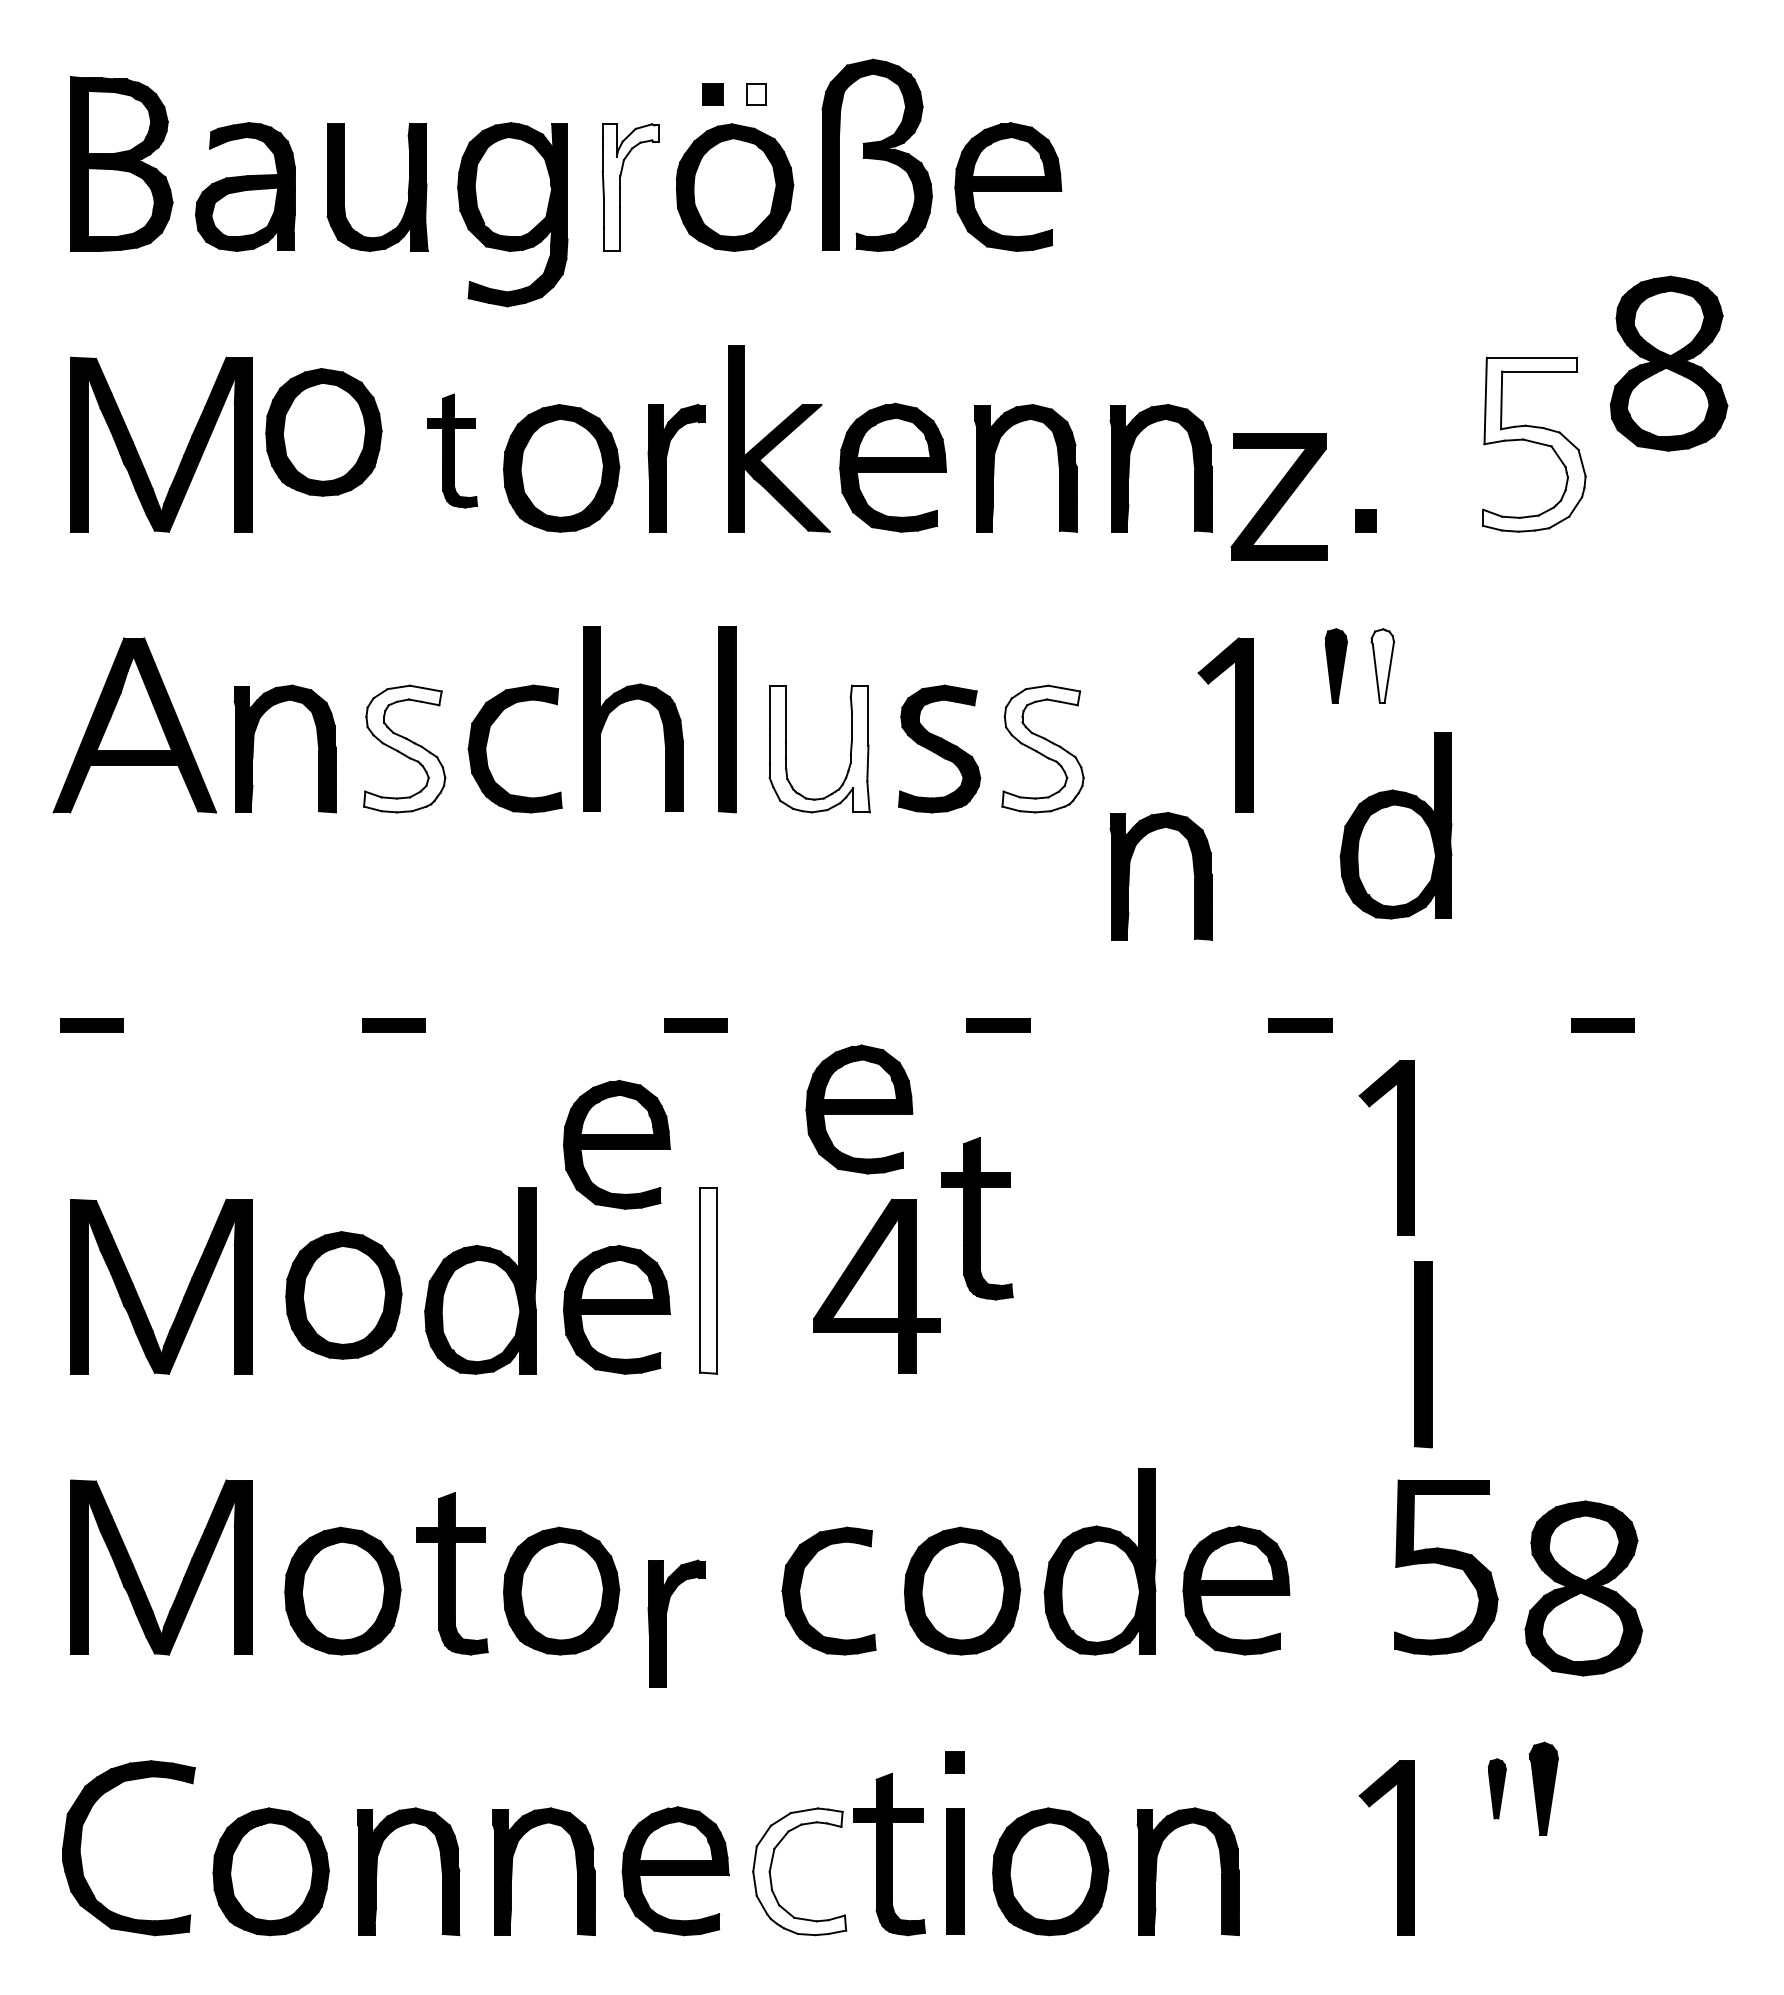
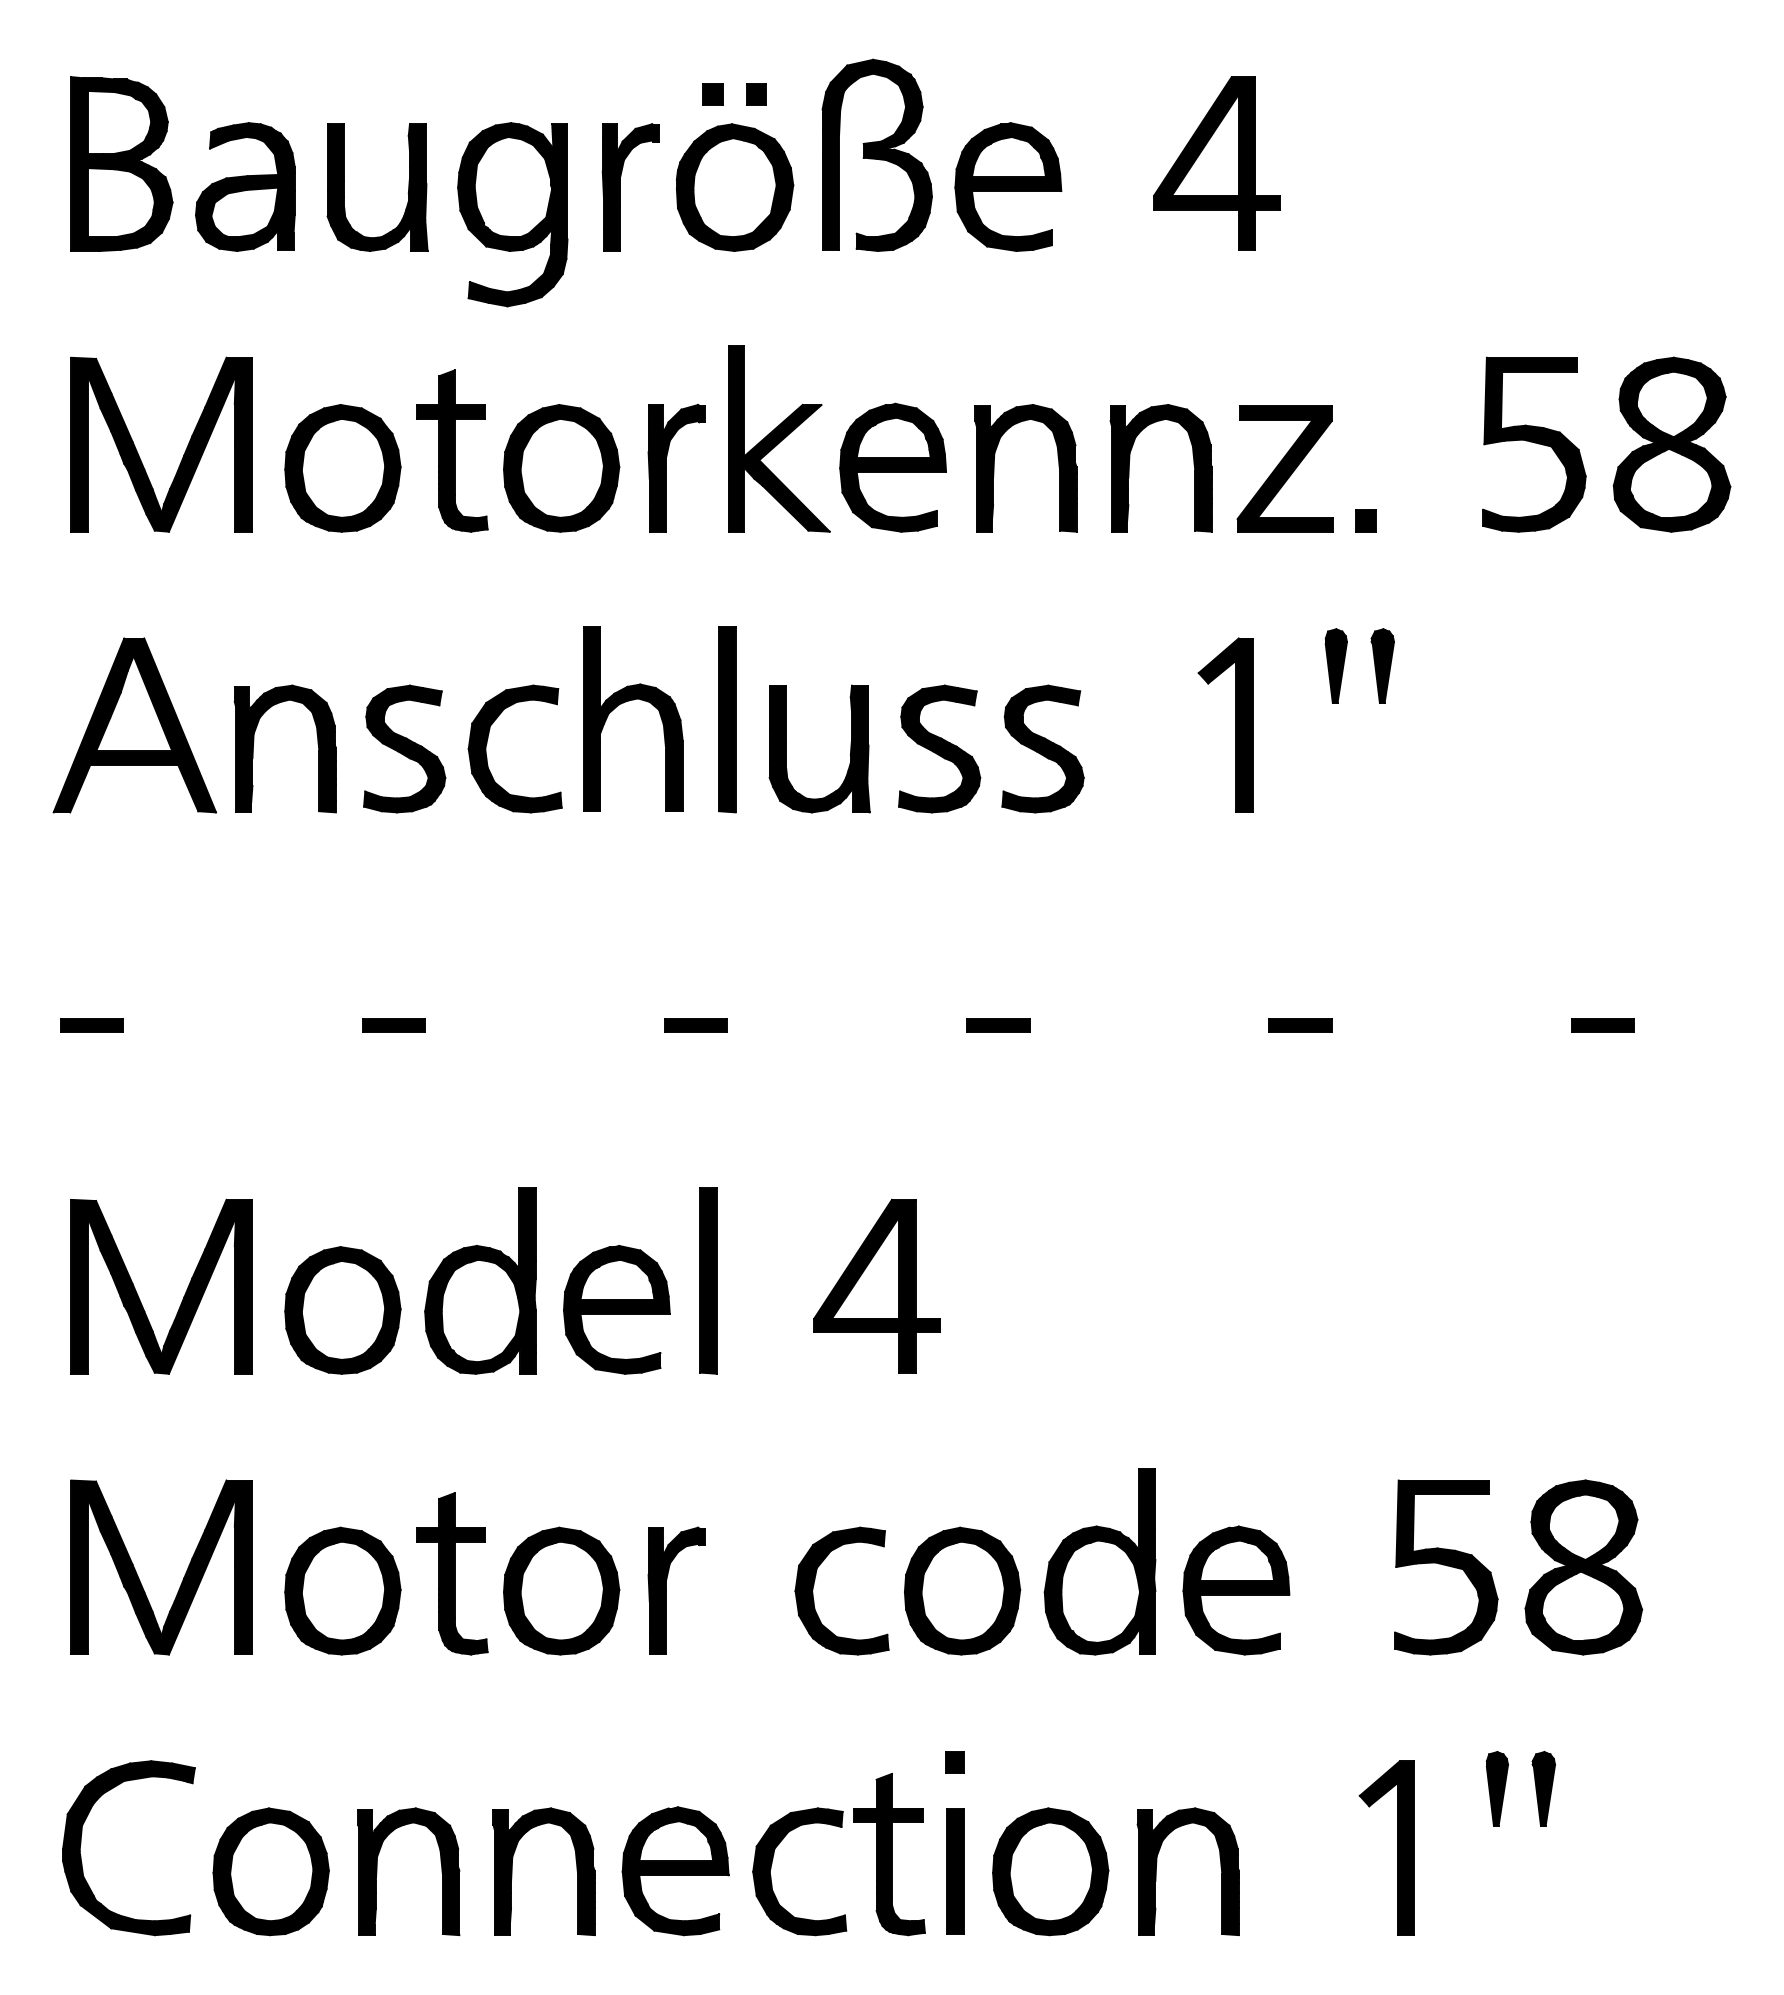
fill at (756, 94): none -> present
part at (1216, 163): none -> present
fill at (630, 187): none -> present
part at (1668, 363) position: (1668, 363) -> (1671, 444)
part at (323, 432) position: (323, 432) -> (342, 468)
fill at (1534, 444): none -> present
part at (452, 450) size: 51x116 px -> 73x164 px
part at (1278, 496) position: (1278, 496) -> (1284, 468)
fill at (1382, 666): none -> present
fill at (404, 748): none -> present
fill at (819, 748): none -> present
fill at (1042, 748): none -> present
part at (1395, 825): present -> none
part at (1129, 876): present -> none
part at (859, 1109): present -> none
part at (616, 1144): present -> none
part at (1397, 1147): present -> none
part at (977, 1218): present -> none
fill at (708, 1280): none -> present
part at (343, 1295) position: (343, 1295) -> (342, 1310)
part at (1423, 1354): present -> none
part at (801, 1585) position: (801, 1585) -> (814, 1585)
part at (1583, 1588) position: (1583, 1588) -> (1583, 1567)
part at (666, 1623) position: (666, 1623) -> (666, 1590)
part at (1497, 1788) size: 19x62 px -> 24x76 px
part at (1543, 1788) size: 30x95 px -> 25x76 px
fill at (799, 1871): none -> present
